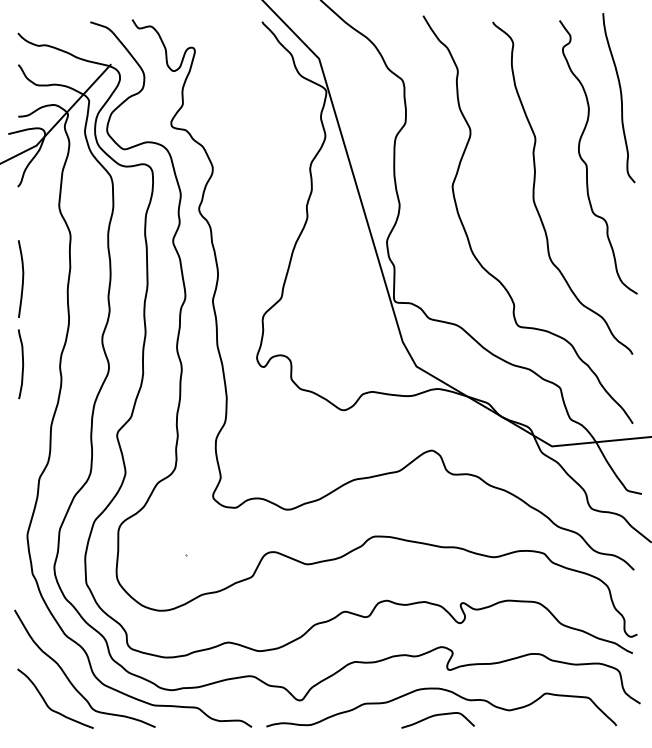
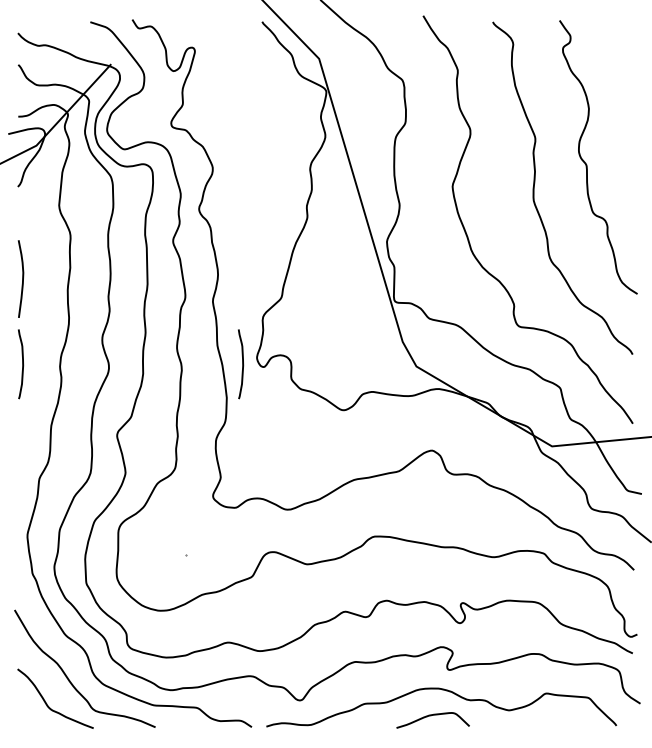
curve at (620, 98): present -> none
curve at (242, 364): none -> present
curve at (436, 716) position: (436, 716) -> (431, 716)
